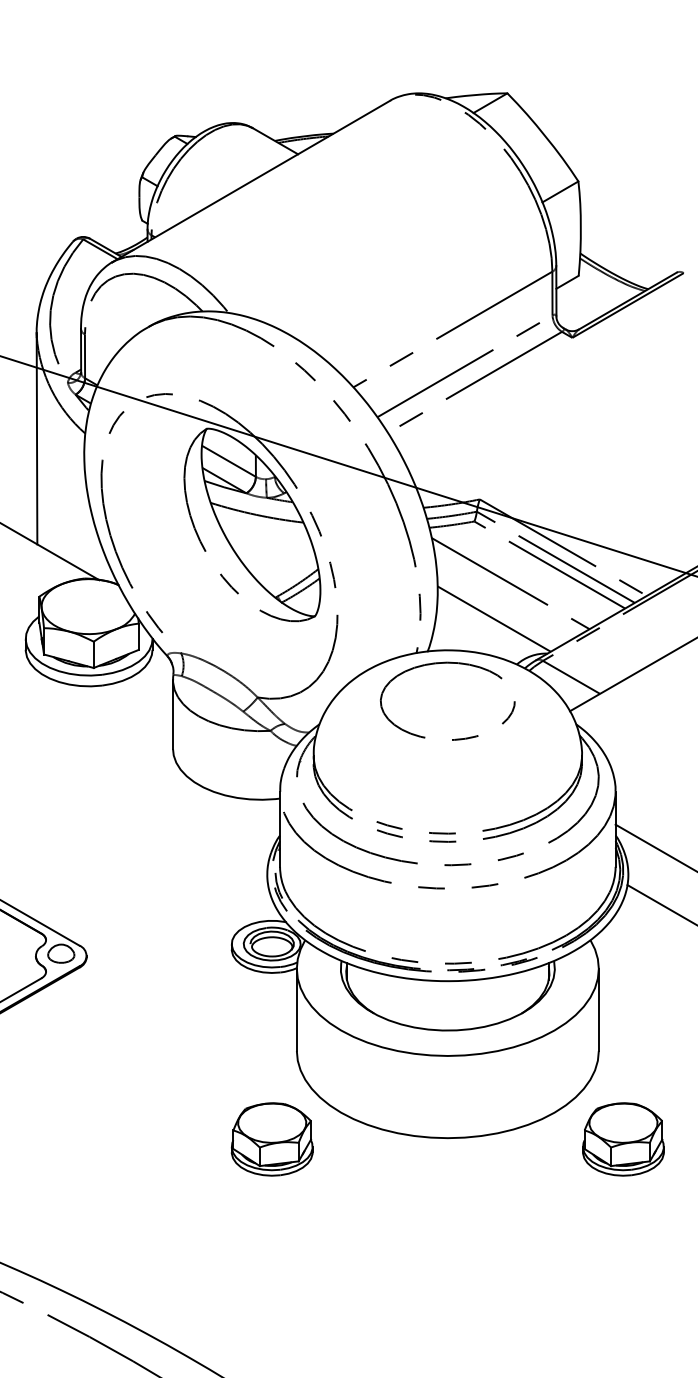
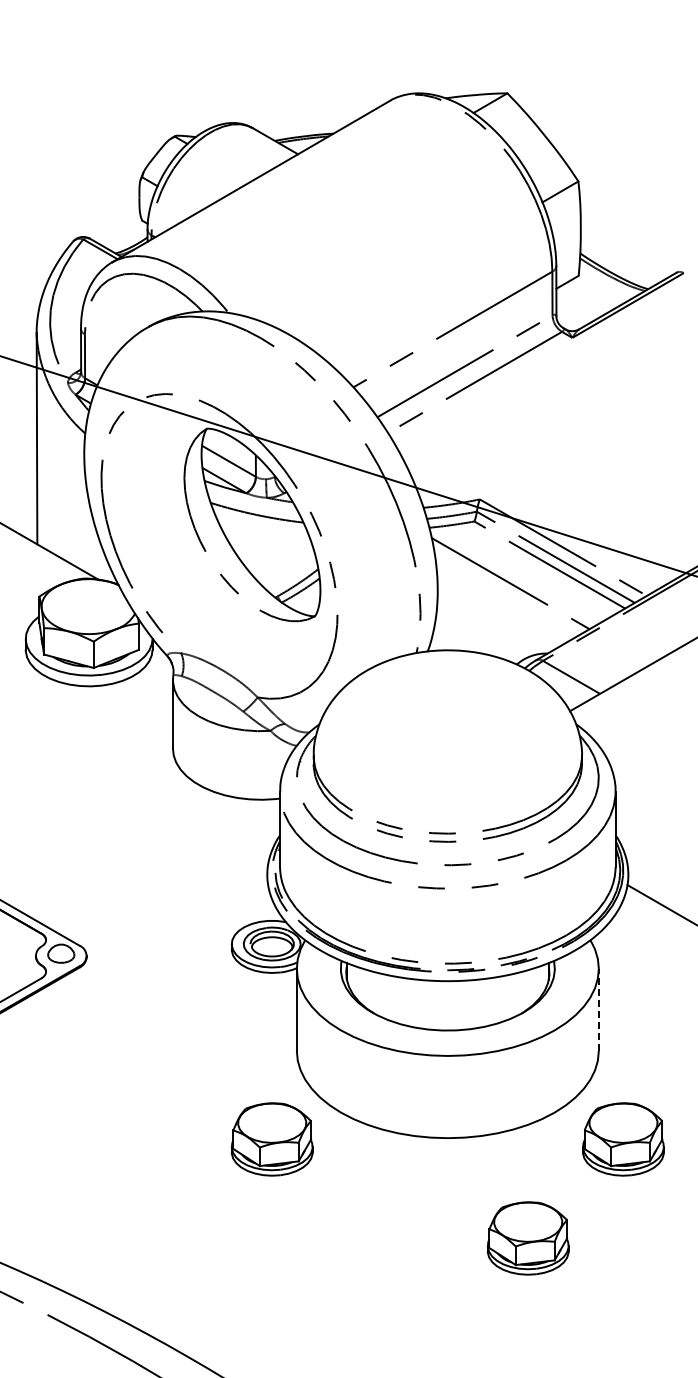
line at (493, 618): present -> none
part at (447, 663): present -> none
line at (654, 847): present -> none
line at (598, 1009): solid -> dashed
part at (527, 1238): none -> present
